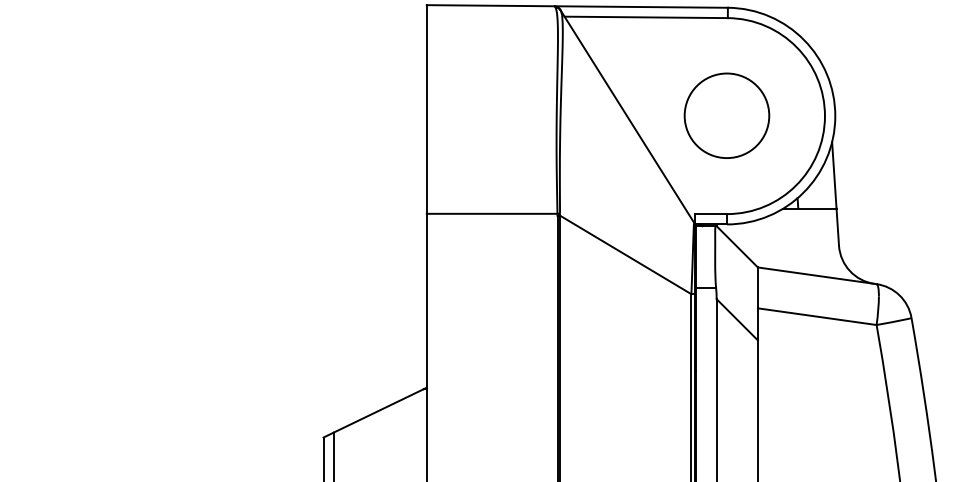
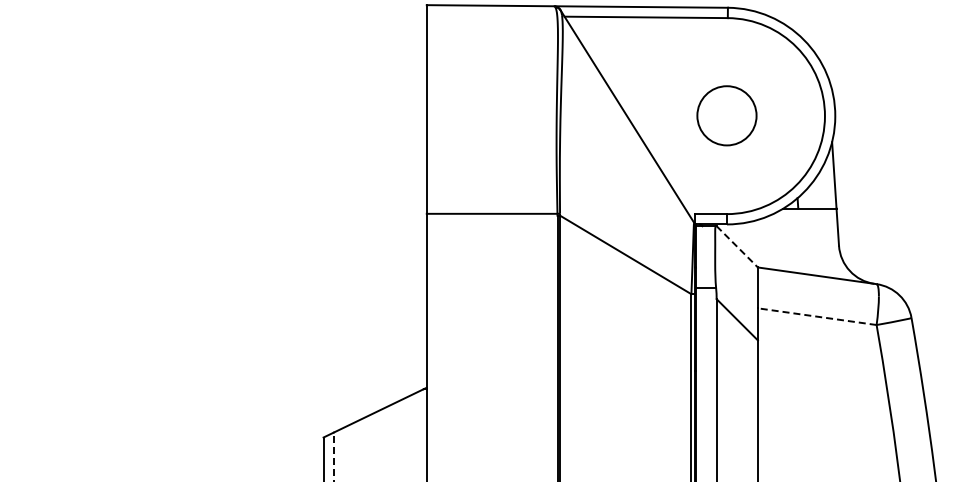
circle at (726, 115) diameter: 85 px -> 59 px
line at (737, 247): solid -> dashed
line at (817, 316): solid -> dashed
line at (333, 456): solid -> dashed
